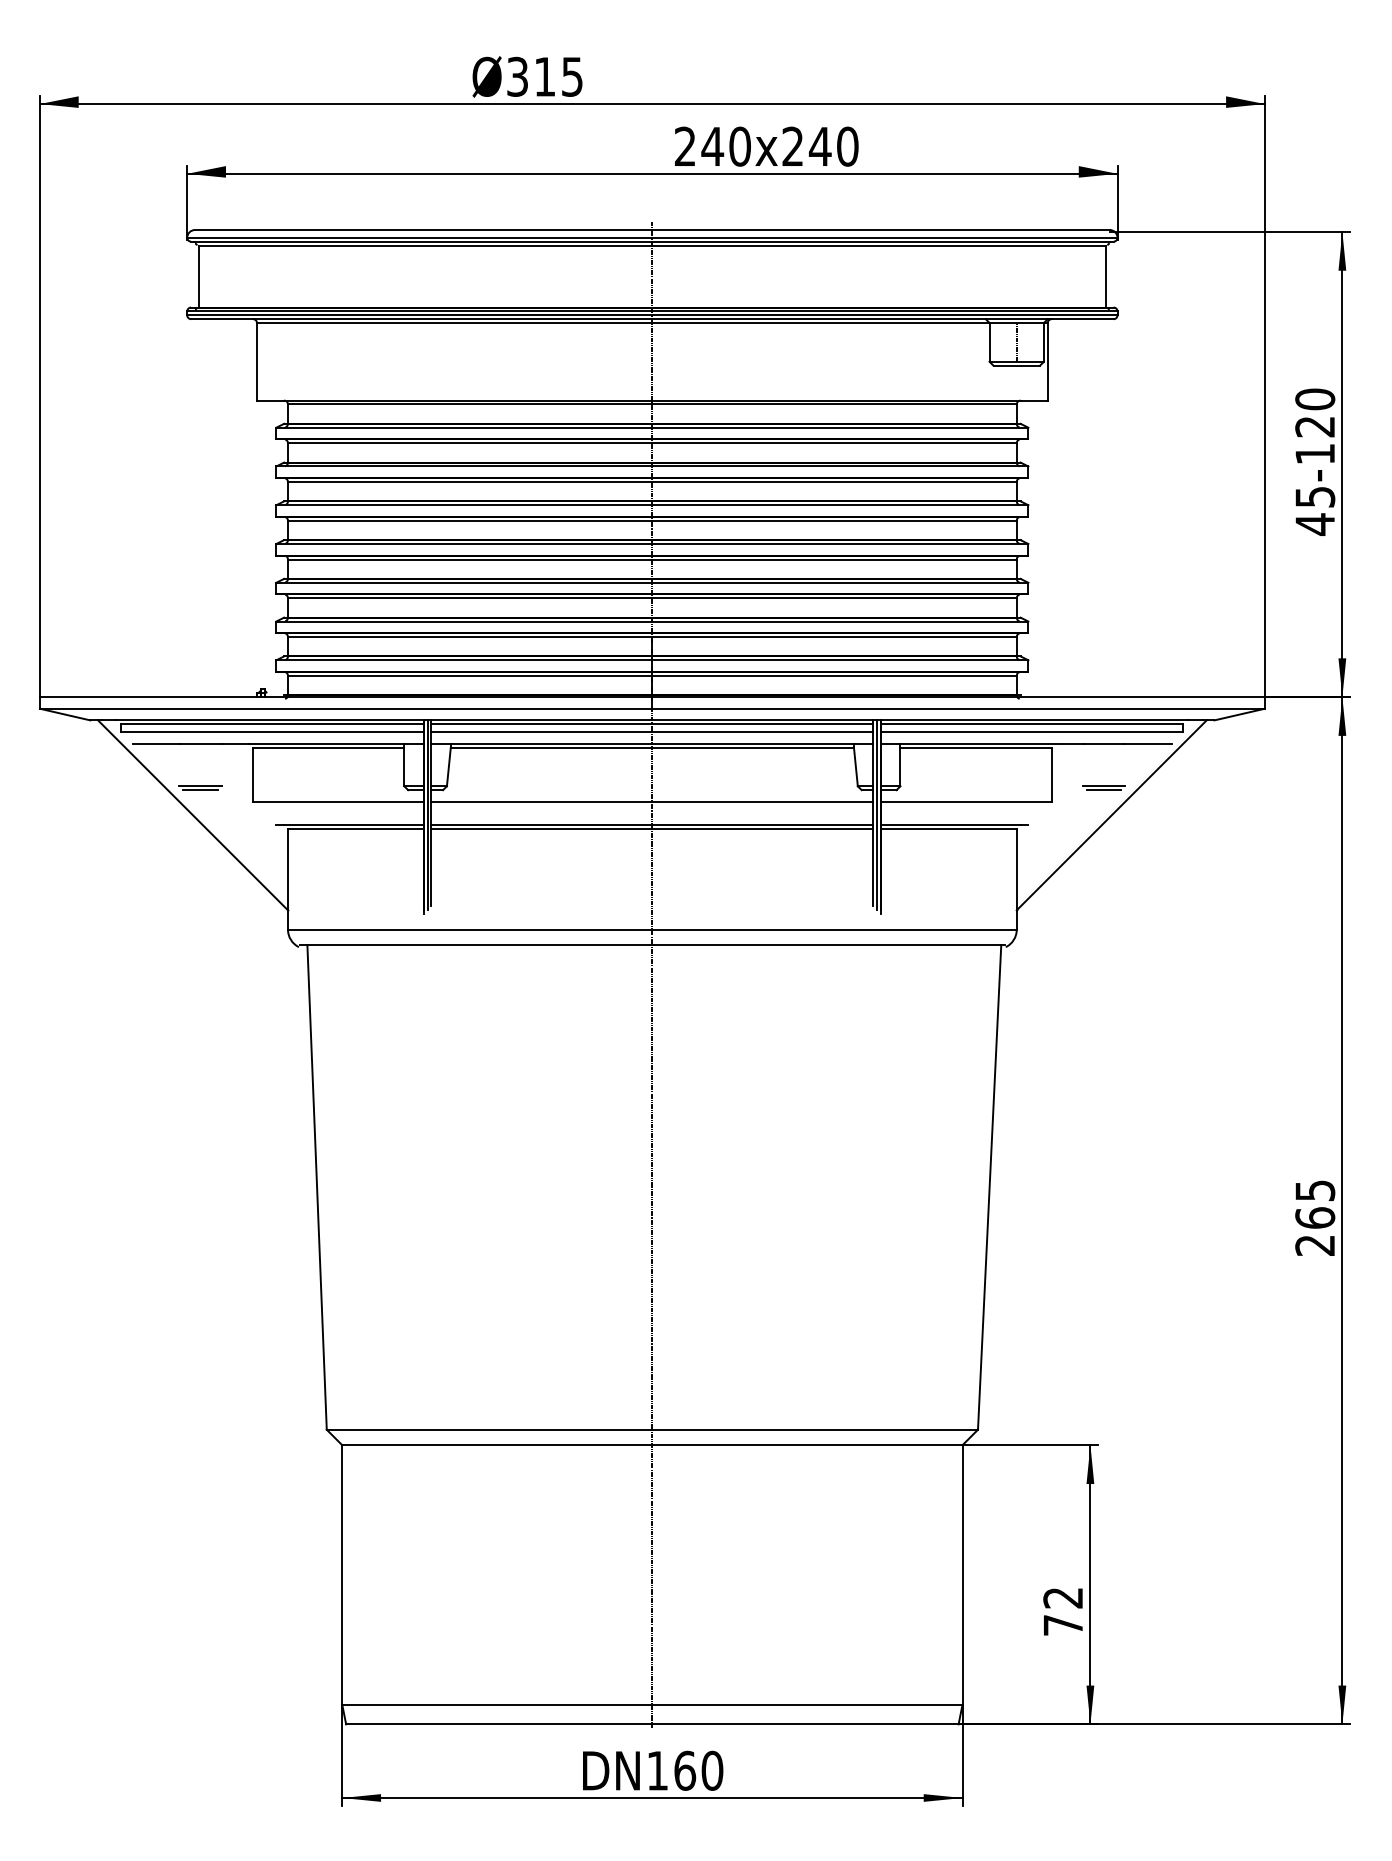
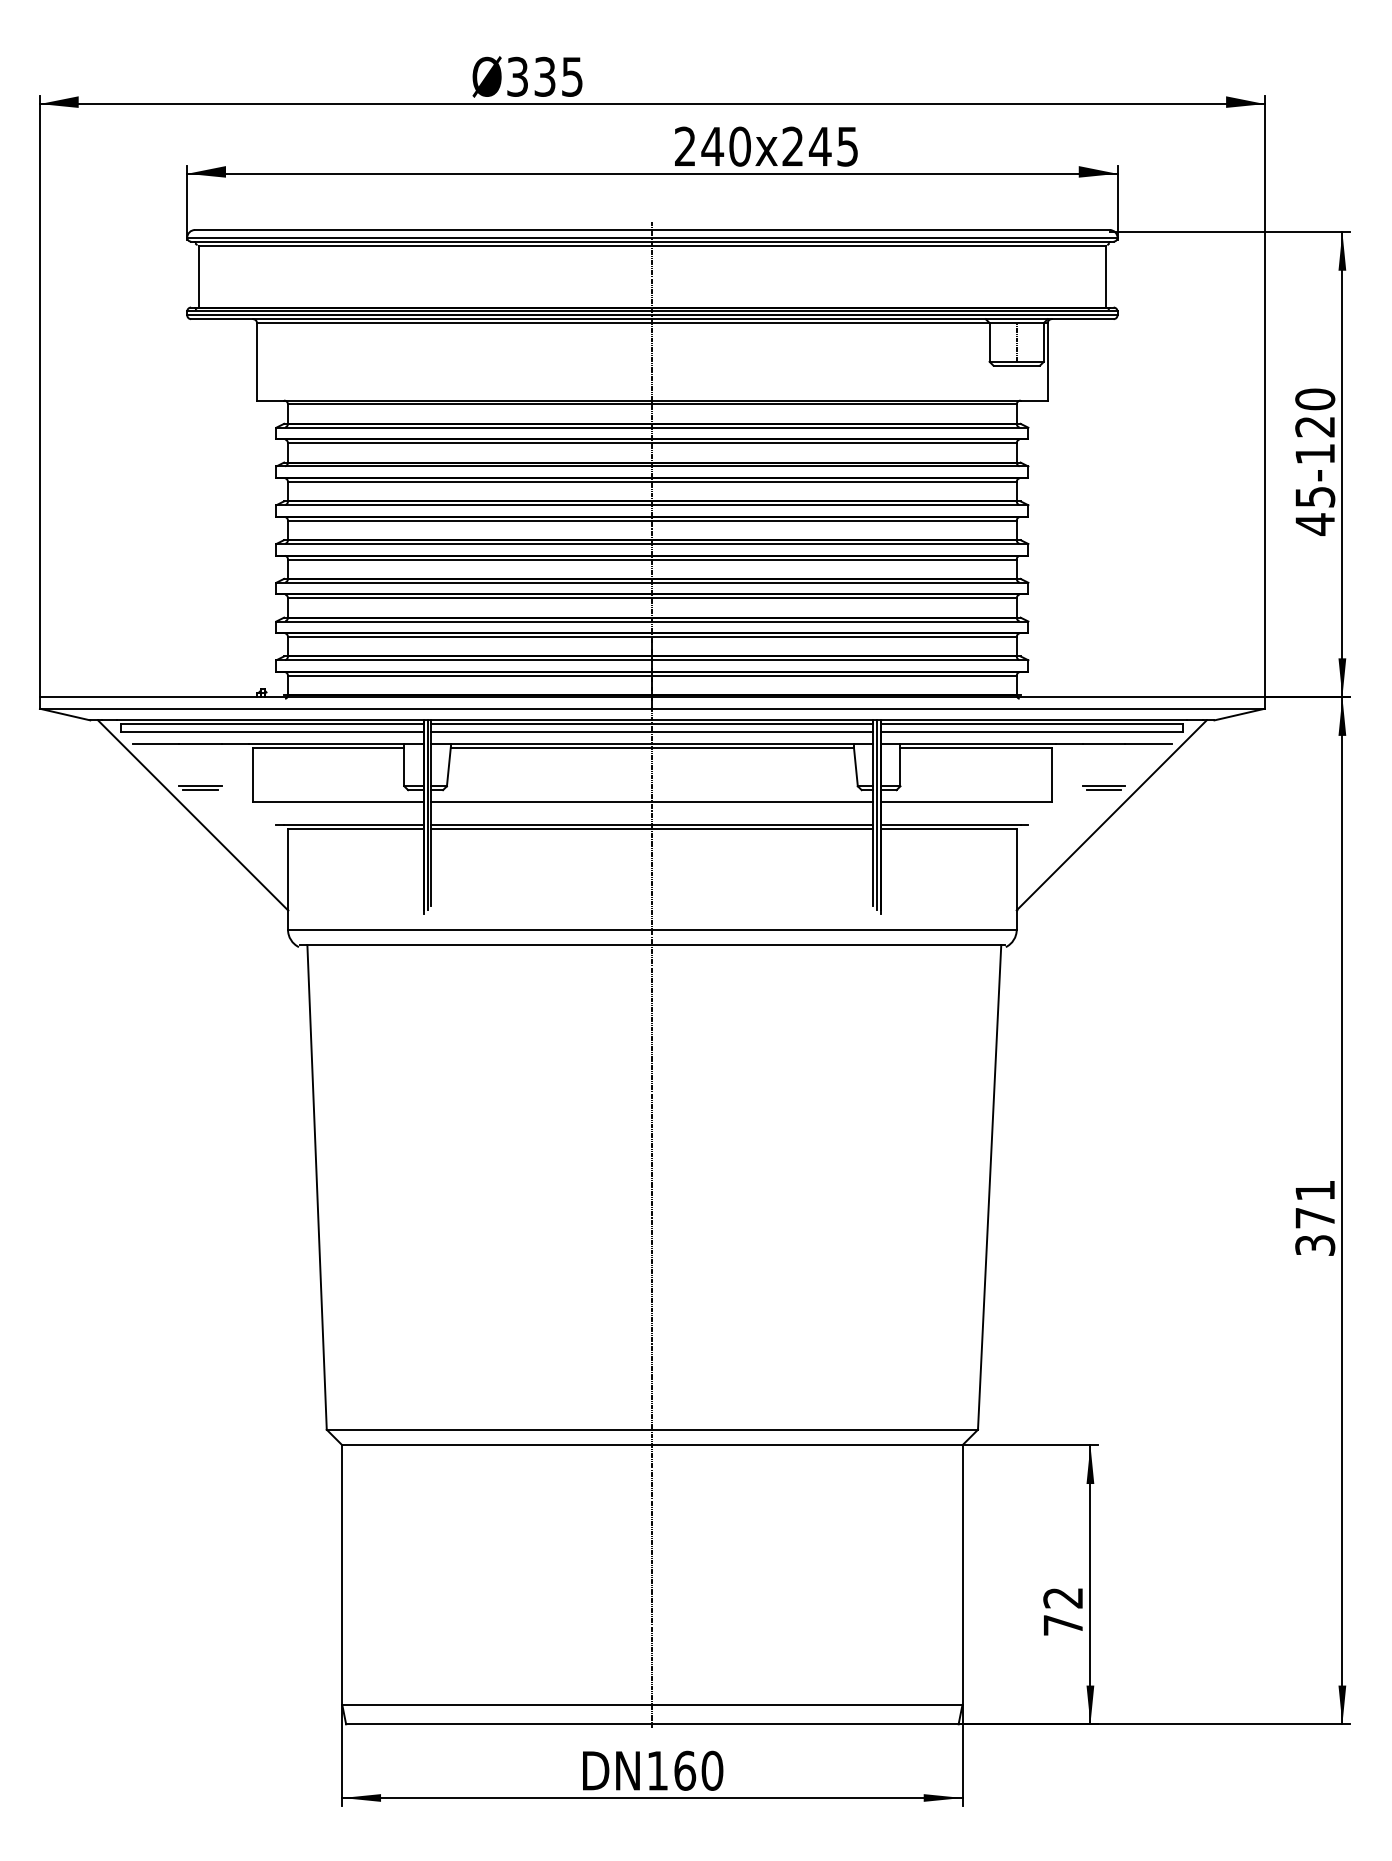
text at (544, 76): 315 -> 335
text at (847, 146): x240 -> x245
text at (1315, 1217): 265 -> 371
